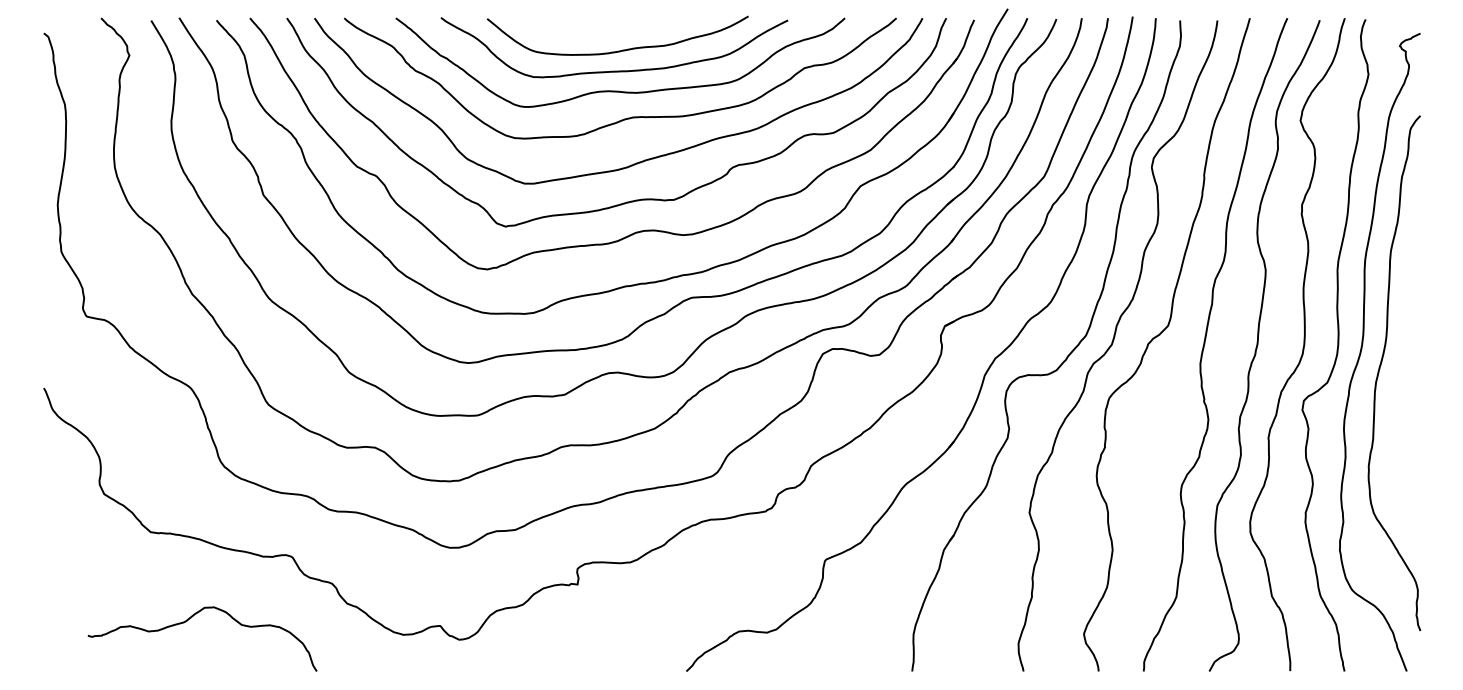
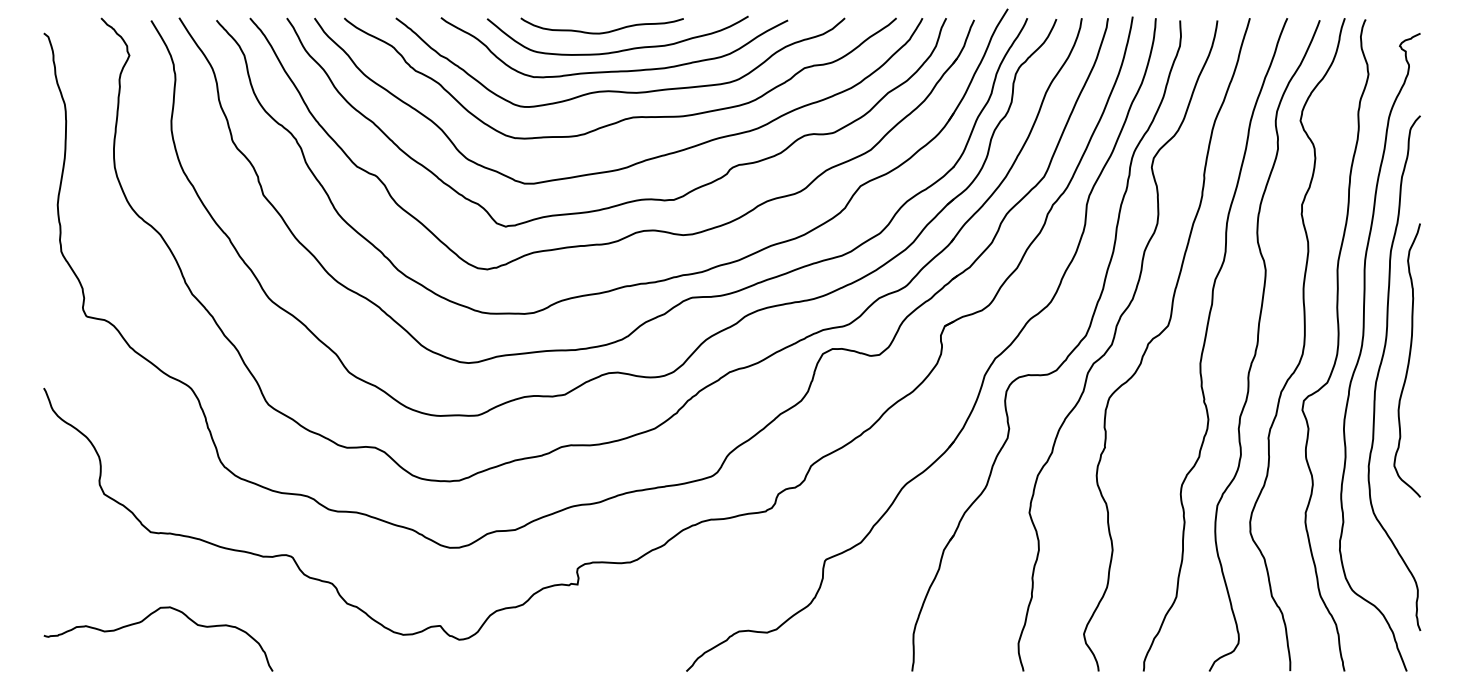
curve at (601, 32): none -> present
curve at (1408, 360): none -> present
curve at (186, 622) position: (186, 622) -> (142, 622)
